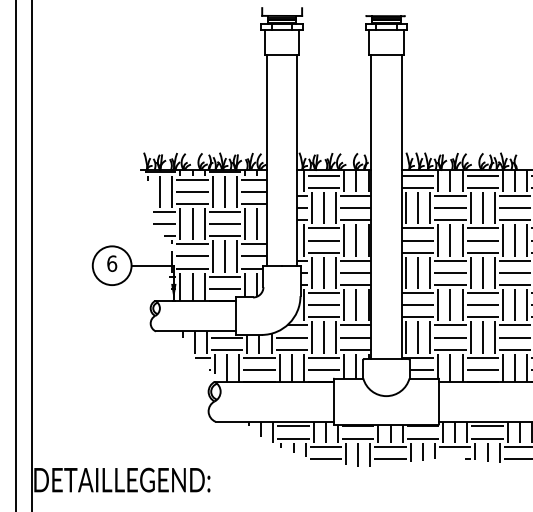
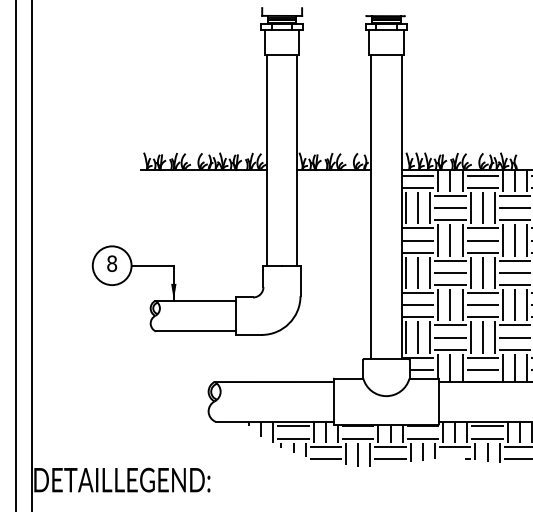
hatch at (205, 235): present -> none
text at (112, 263): 6 -> 8
hatch at (276, 276): present -> none
